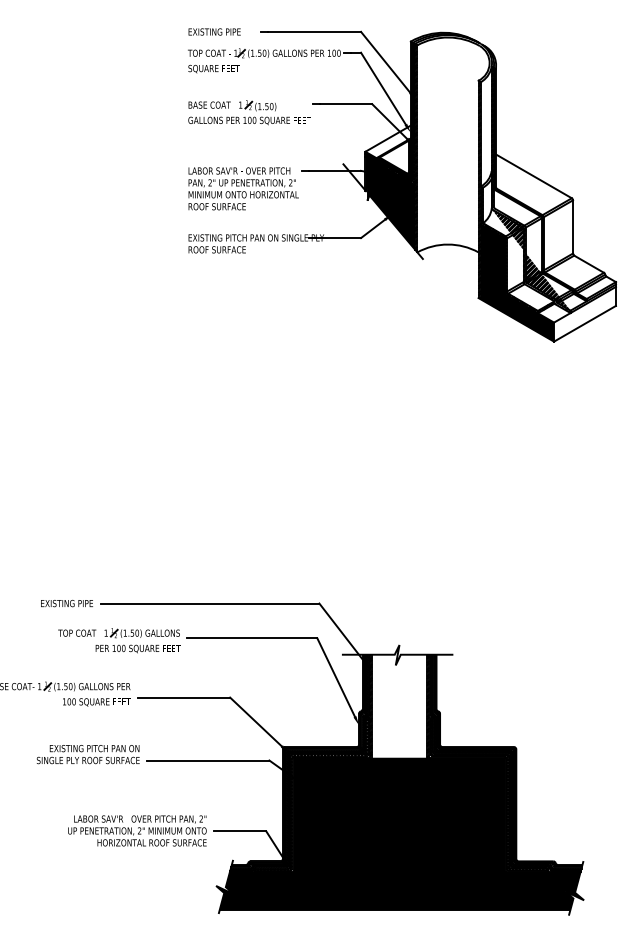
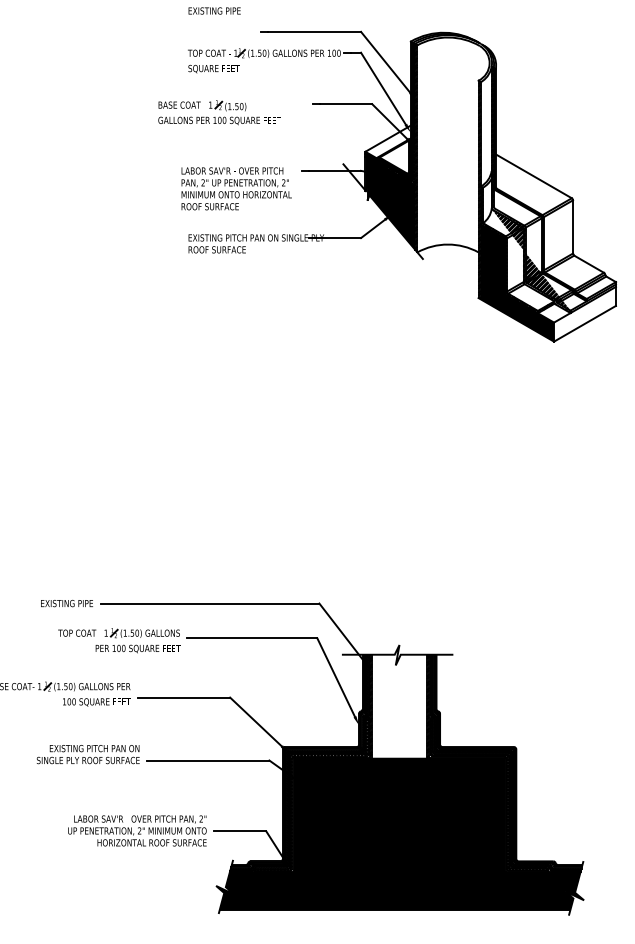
text at (214, 31) position: (214, 31) -> (214, 10)
part at (249, 112) position: (249, 112) -> (219, 112)
text at (243, 188) position: (243, 188) -> (236, 188)
